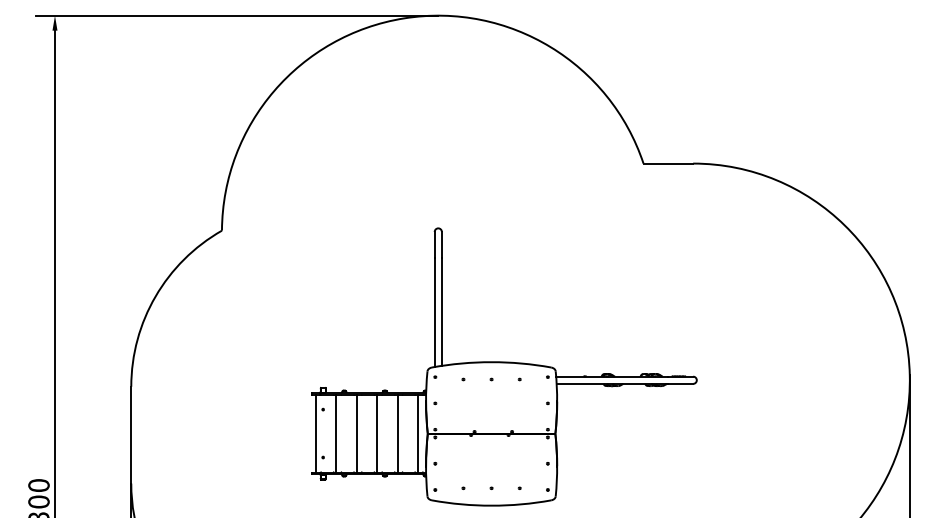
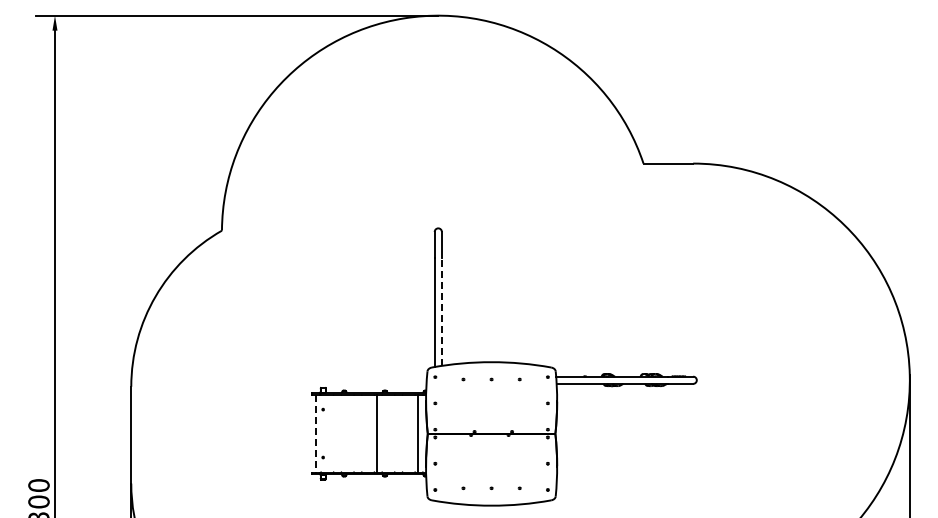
line at (441, 311): solid -> dashed
line at (316, 433): solid -> dashed
line at (336, 433): present -> none
line at (356, 433): present -> none
line at (397, 433): present -> none
